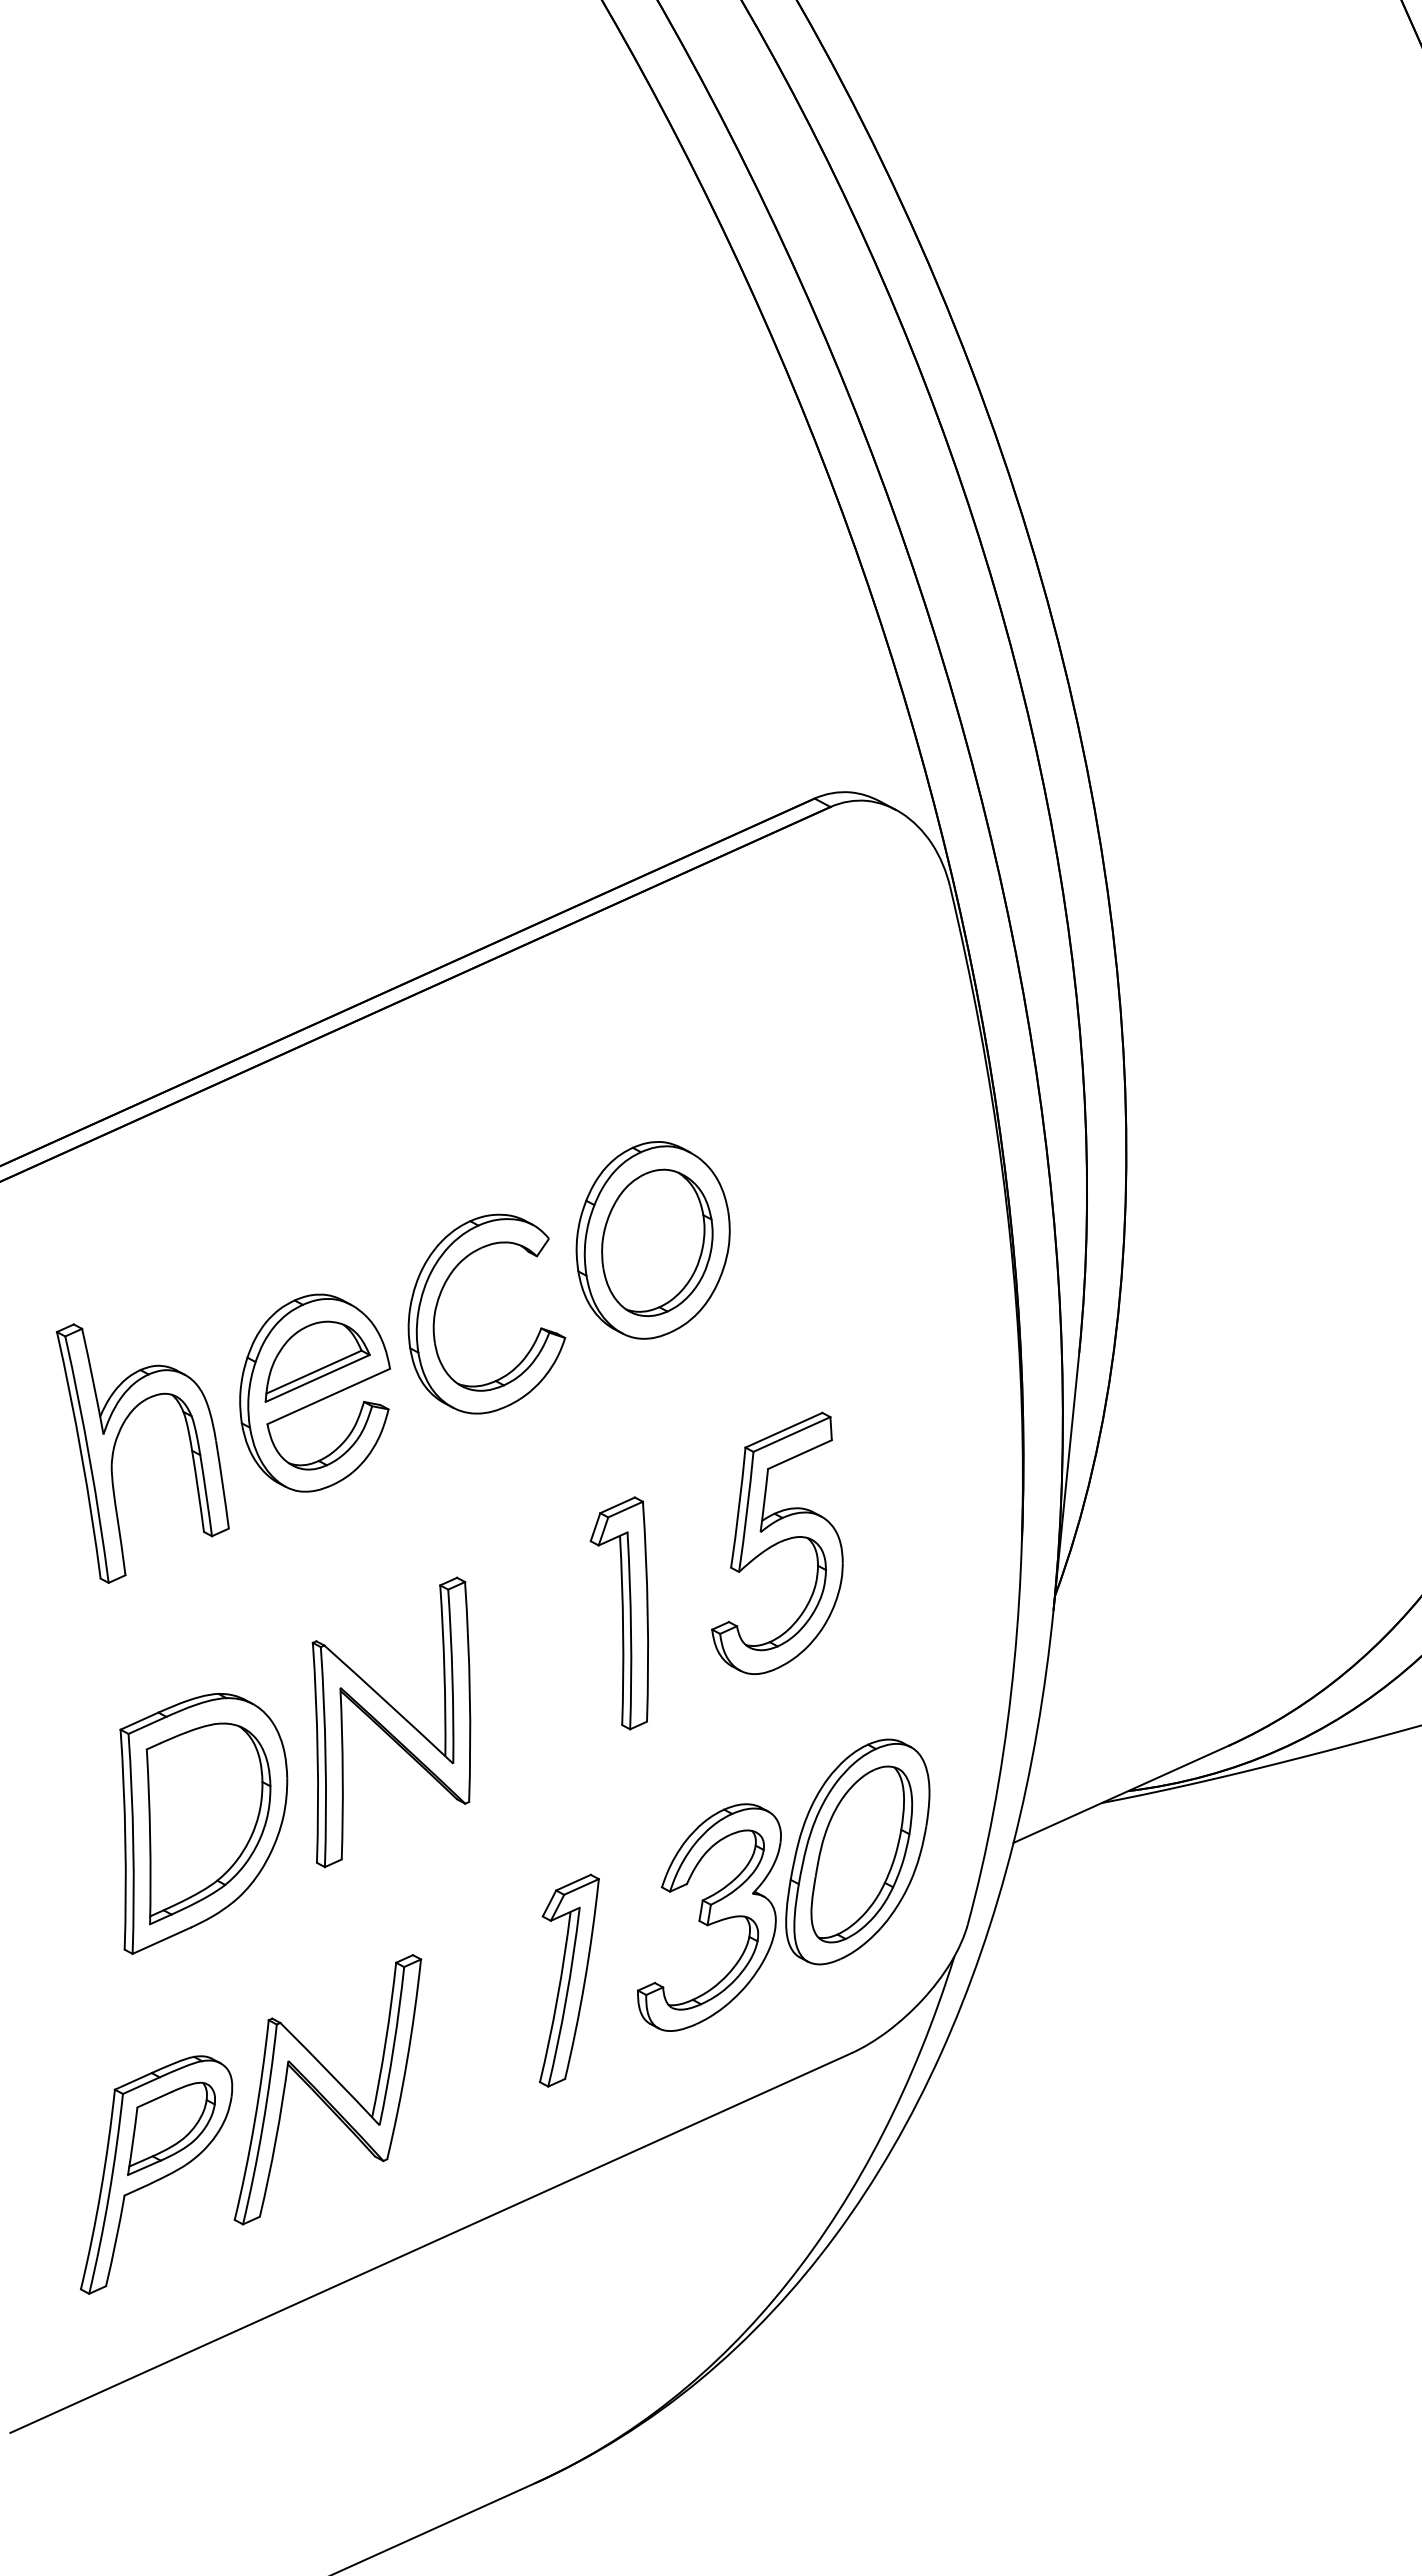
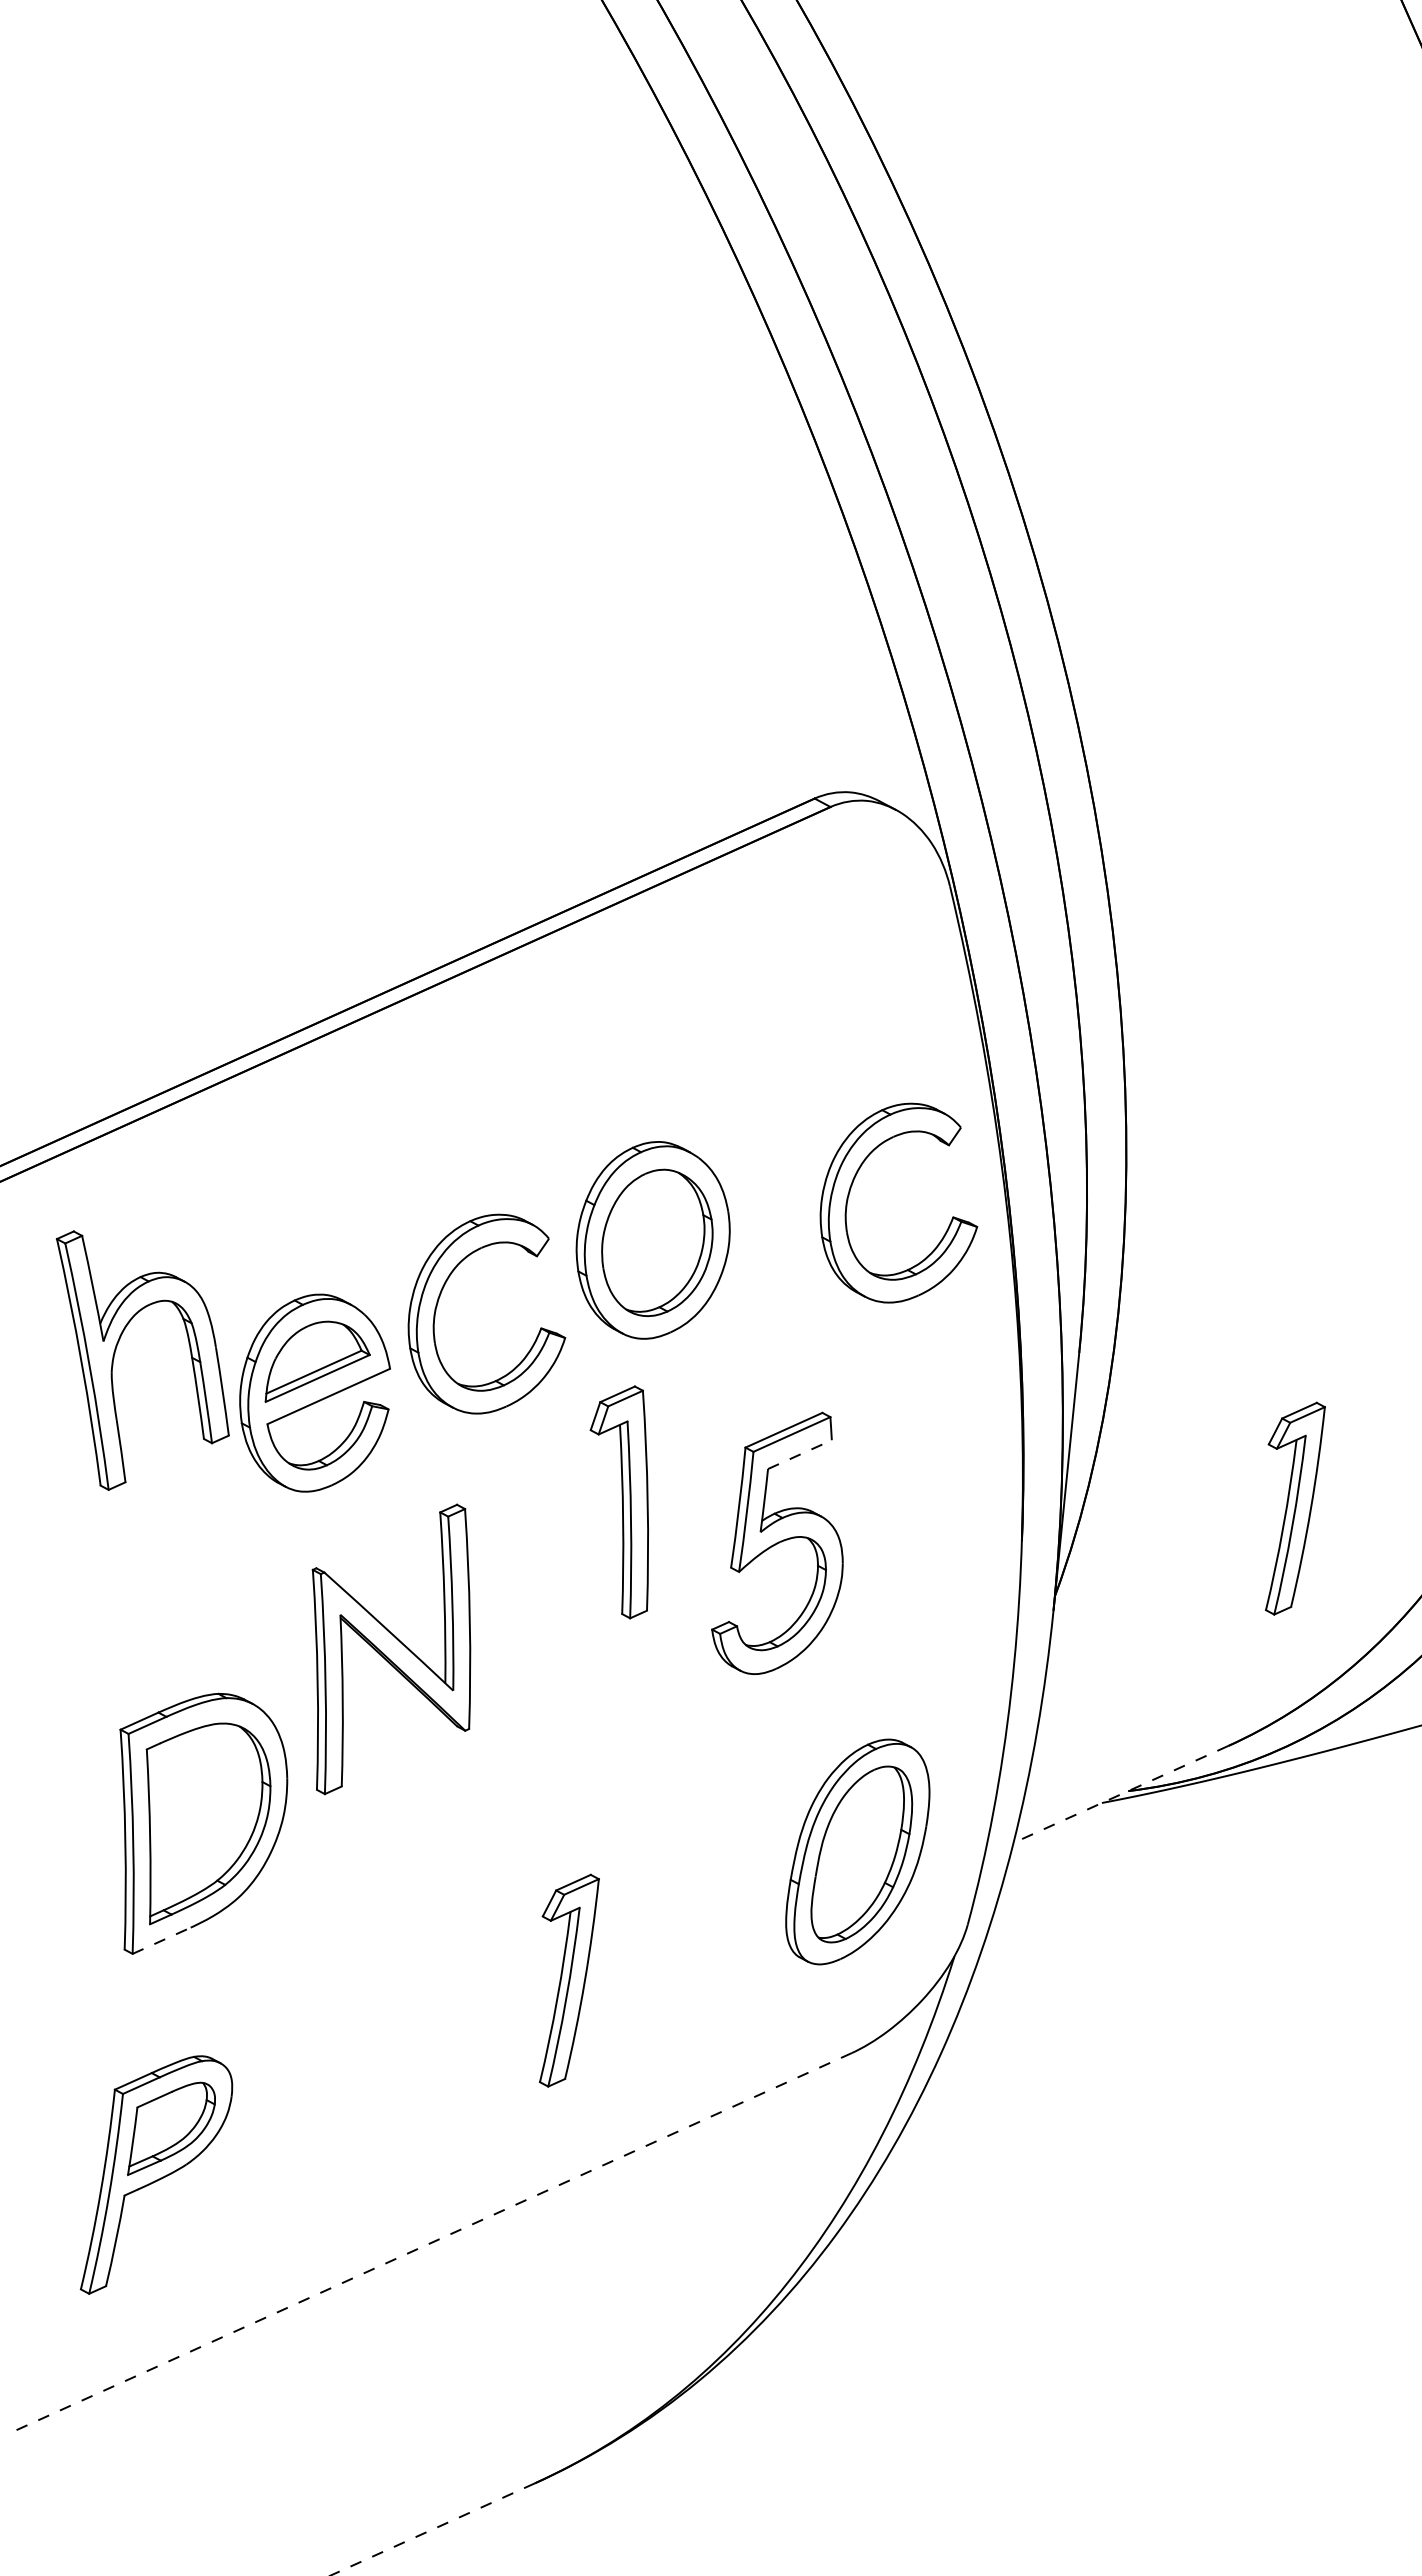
part at (853, 1183): none -> present
part at (116, 1443) position: (116, 1443) -> (116, 1350)
line at (799, 1454): solid -> dashed
part at (1295, 1508): none -> present
part at (618, 1613) position: (618, 1613) -> (618, 1502)
part at (391, 1722) position: (391, 1722) -> (391, 1649)
line at (1120, 1794): solid -> dashed
part at (709, 1917): present -> none
line at (161, 1940): solid -> dashed
part at (327, 2089): present -> none
line at (431, 2242): solid -> dashed
line at (432, 2529): solid -> dashed
